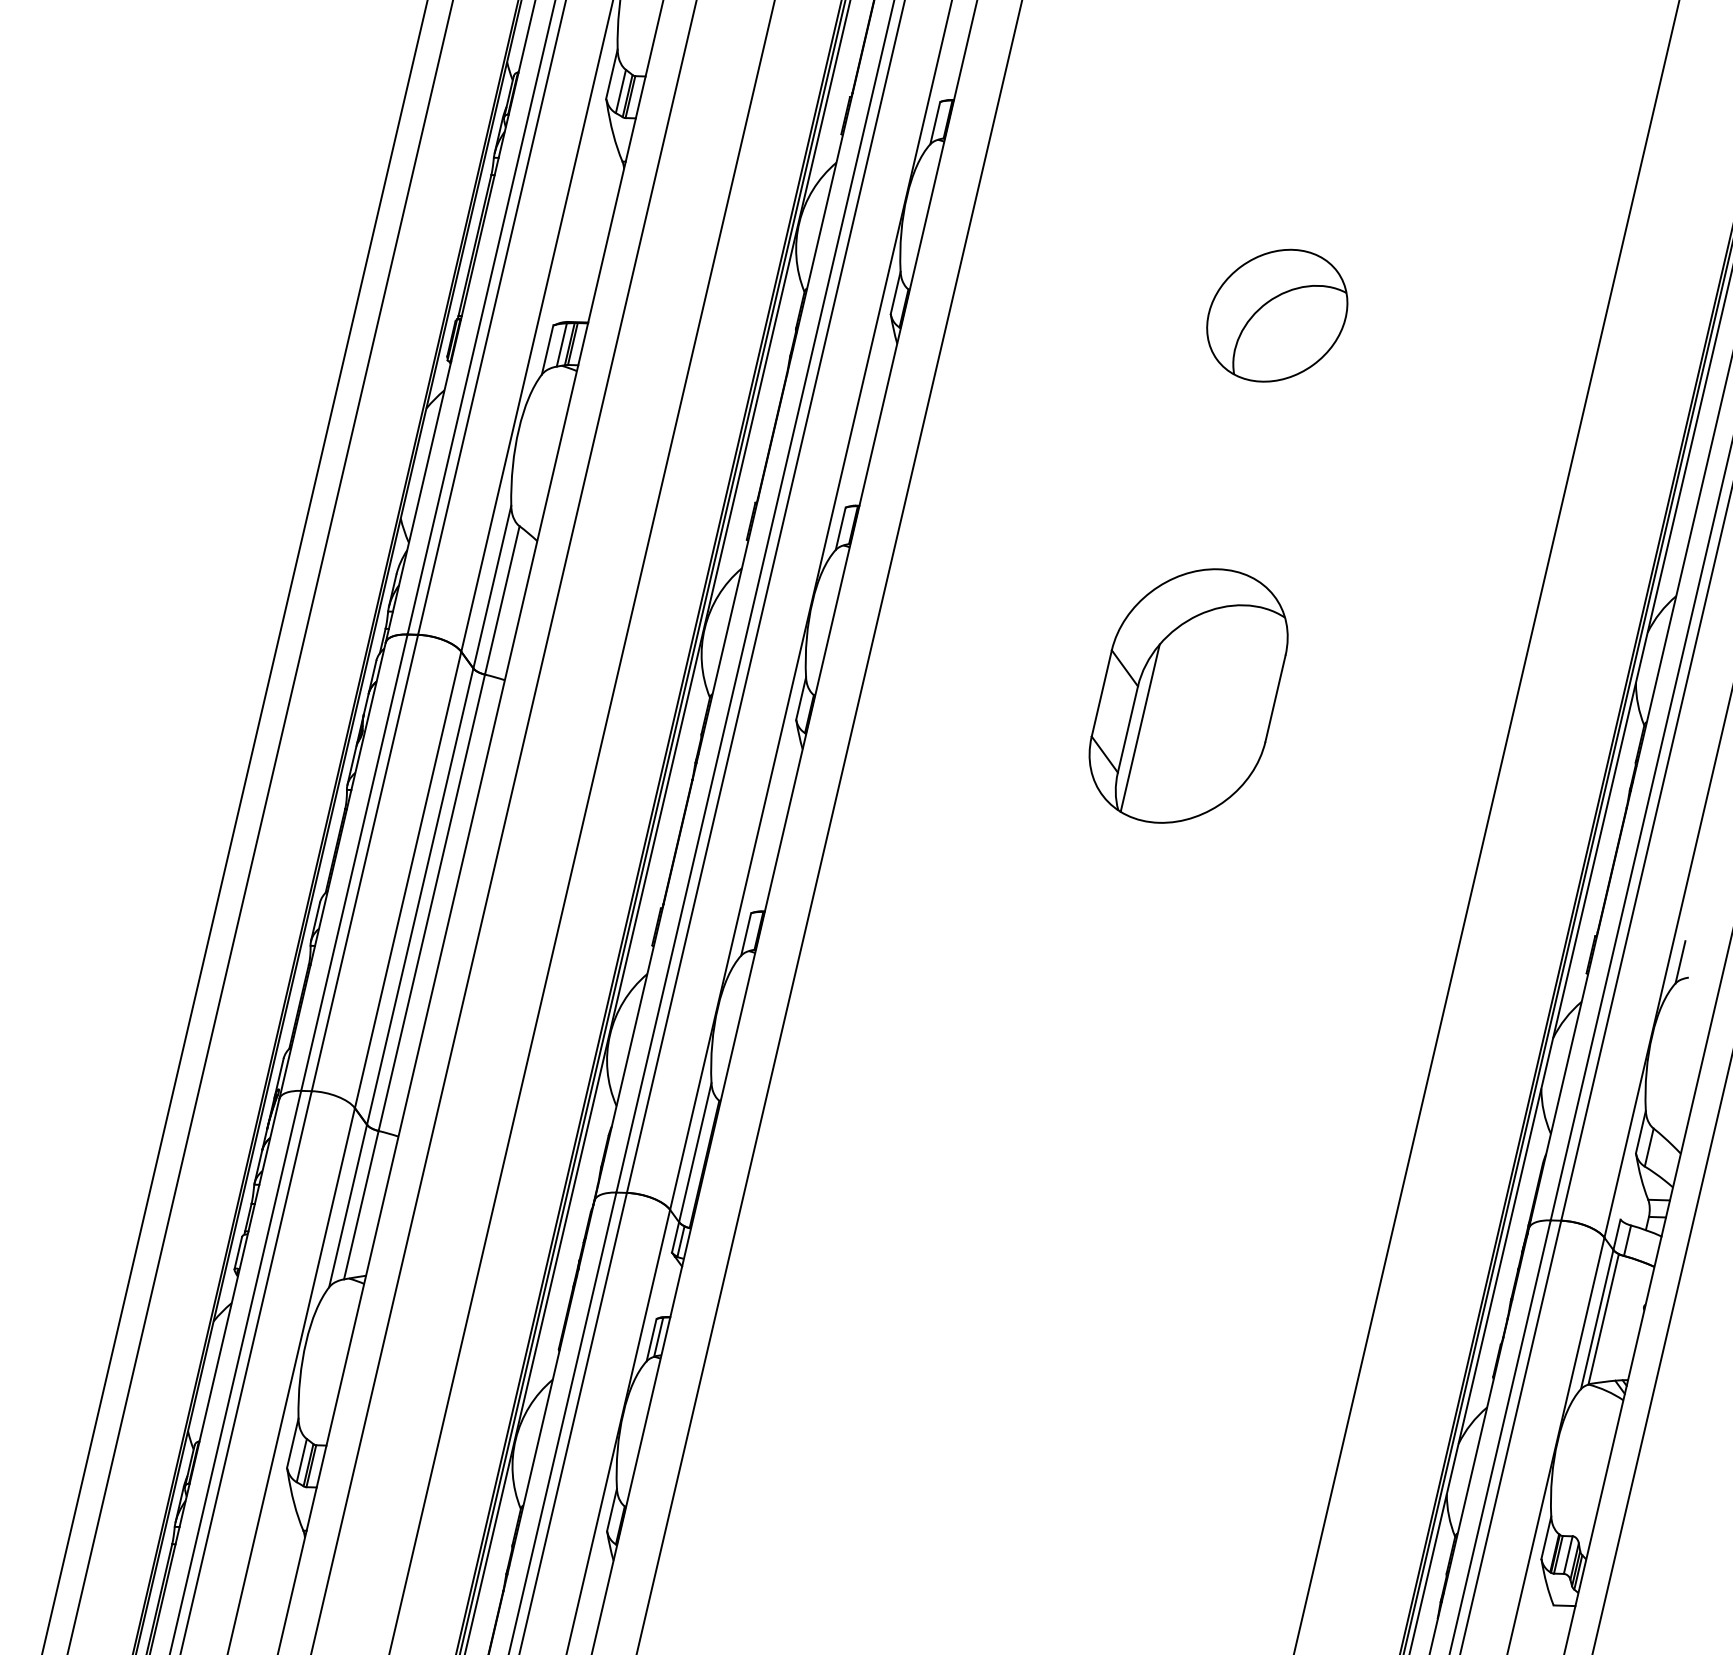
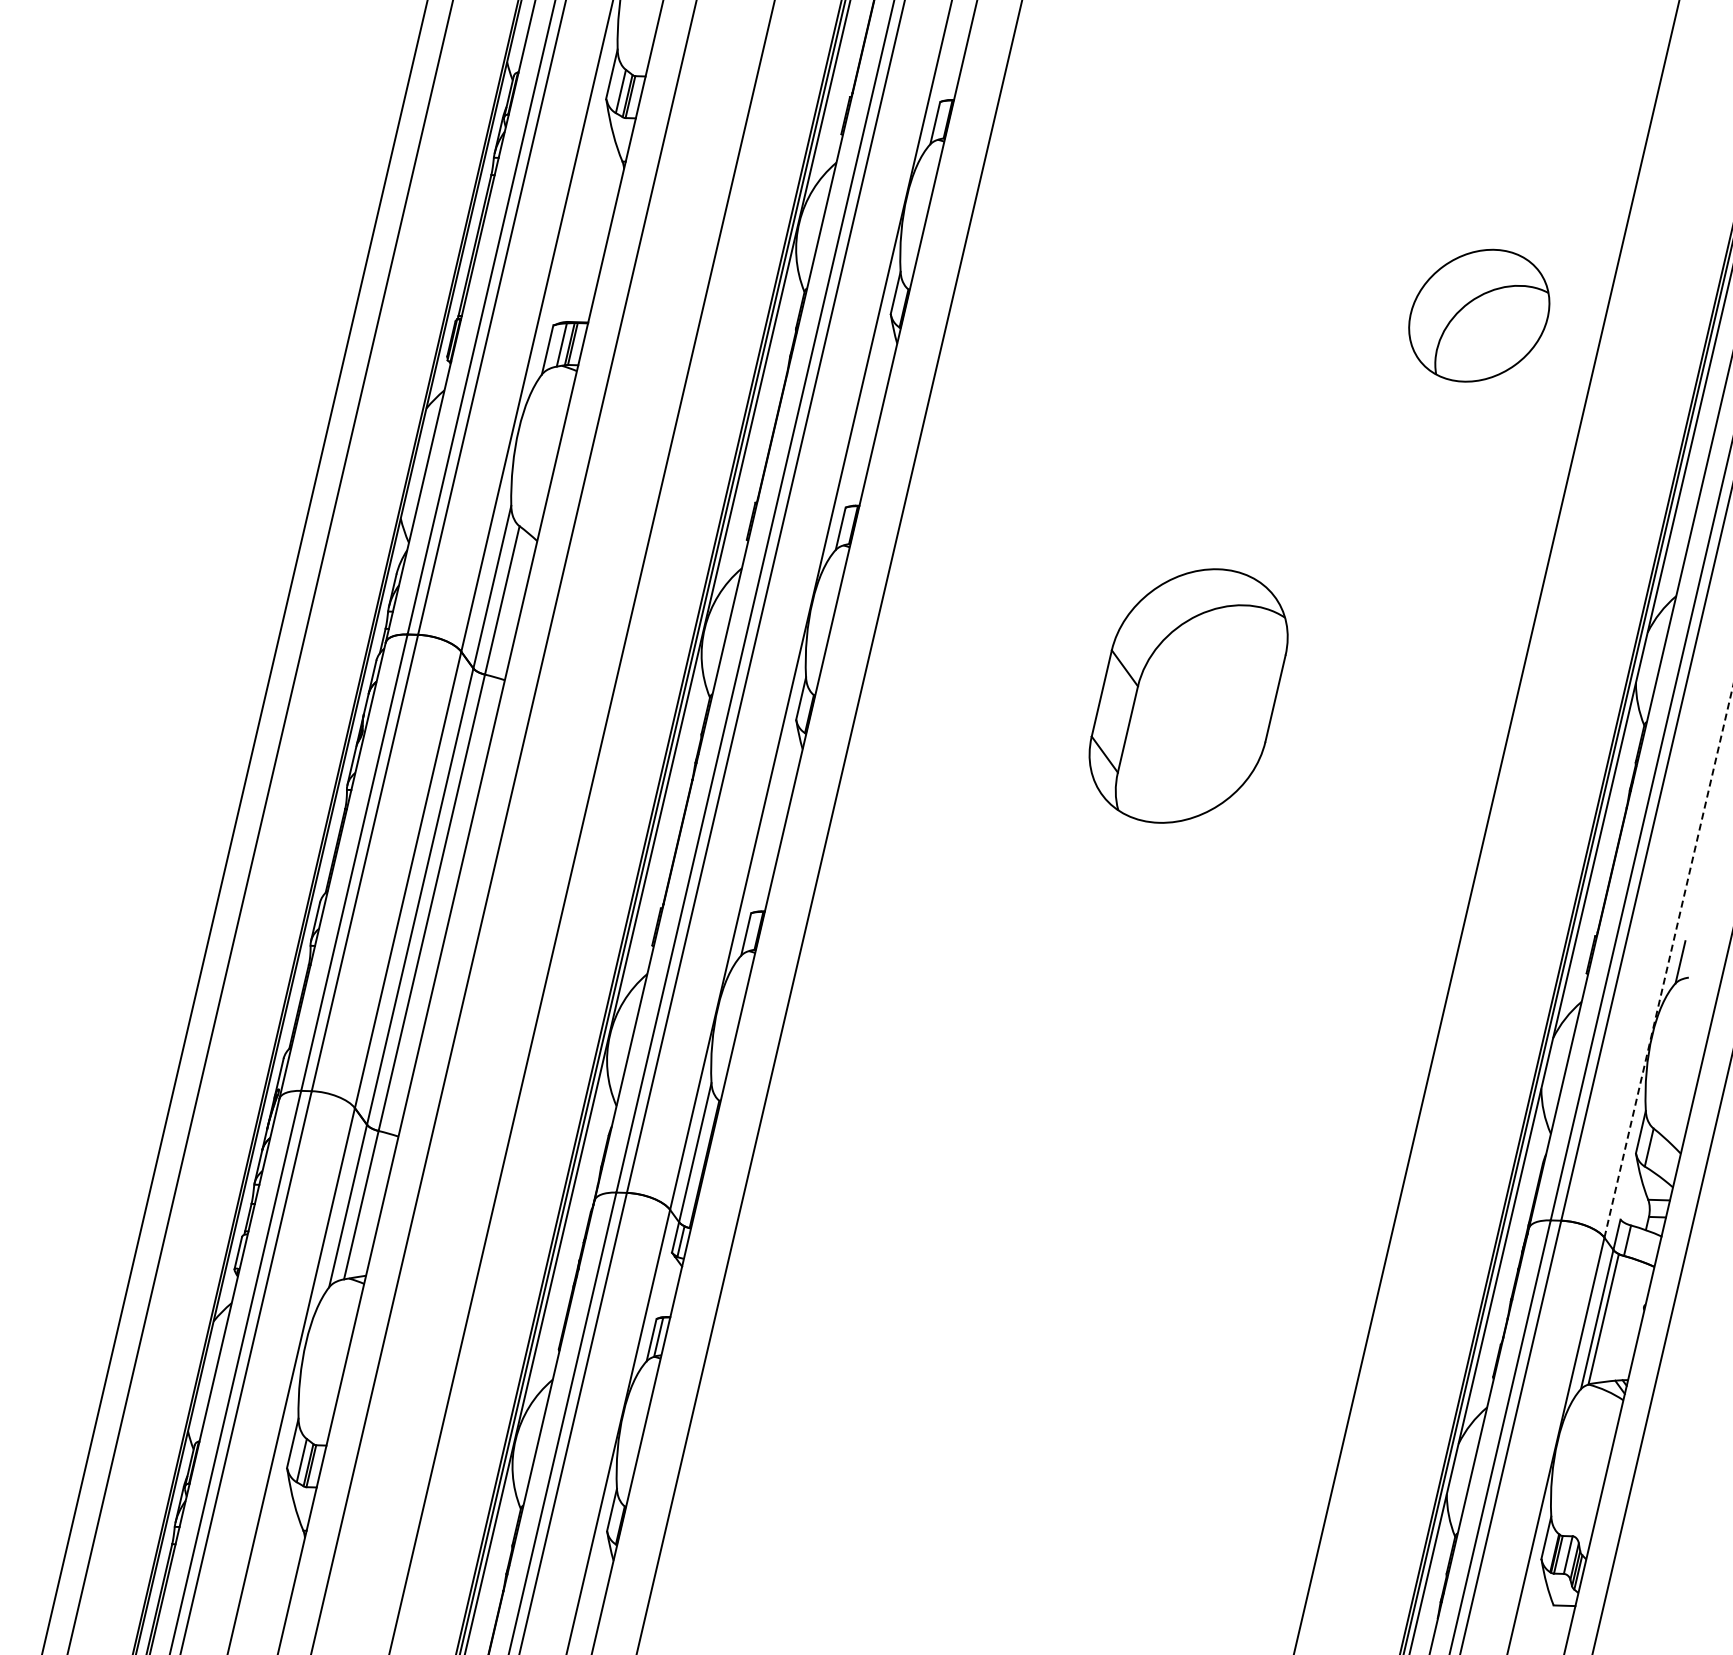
part at (1277, 315) position: (1277, 315) -> (1479, 315)
line at (1139, 727): present -> none
line at (1668, 962): solid -> dashed
